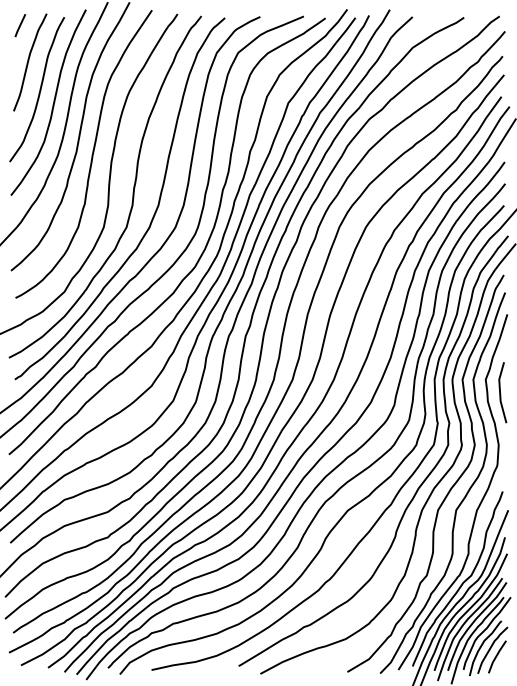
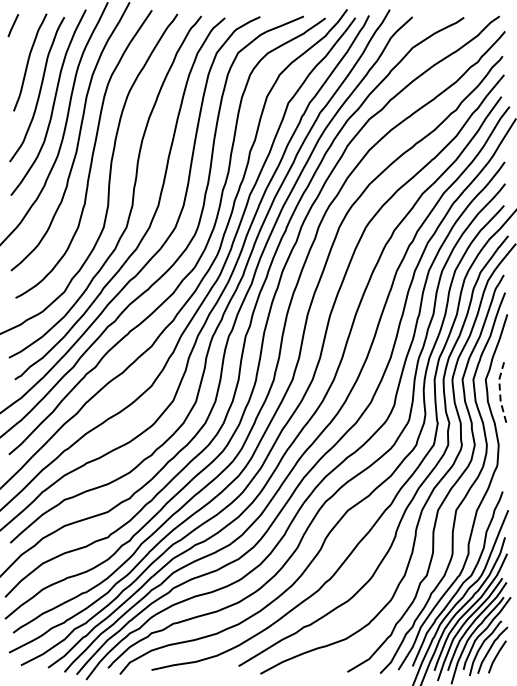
line at (20, 25) position: (20, 25) -> (13, 25)
line at (500, 392): solid -> dashed
